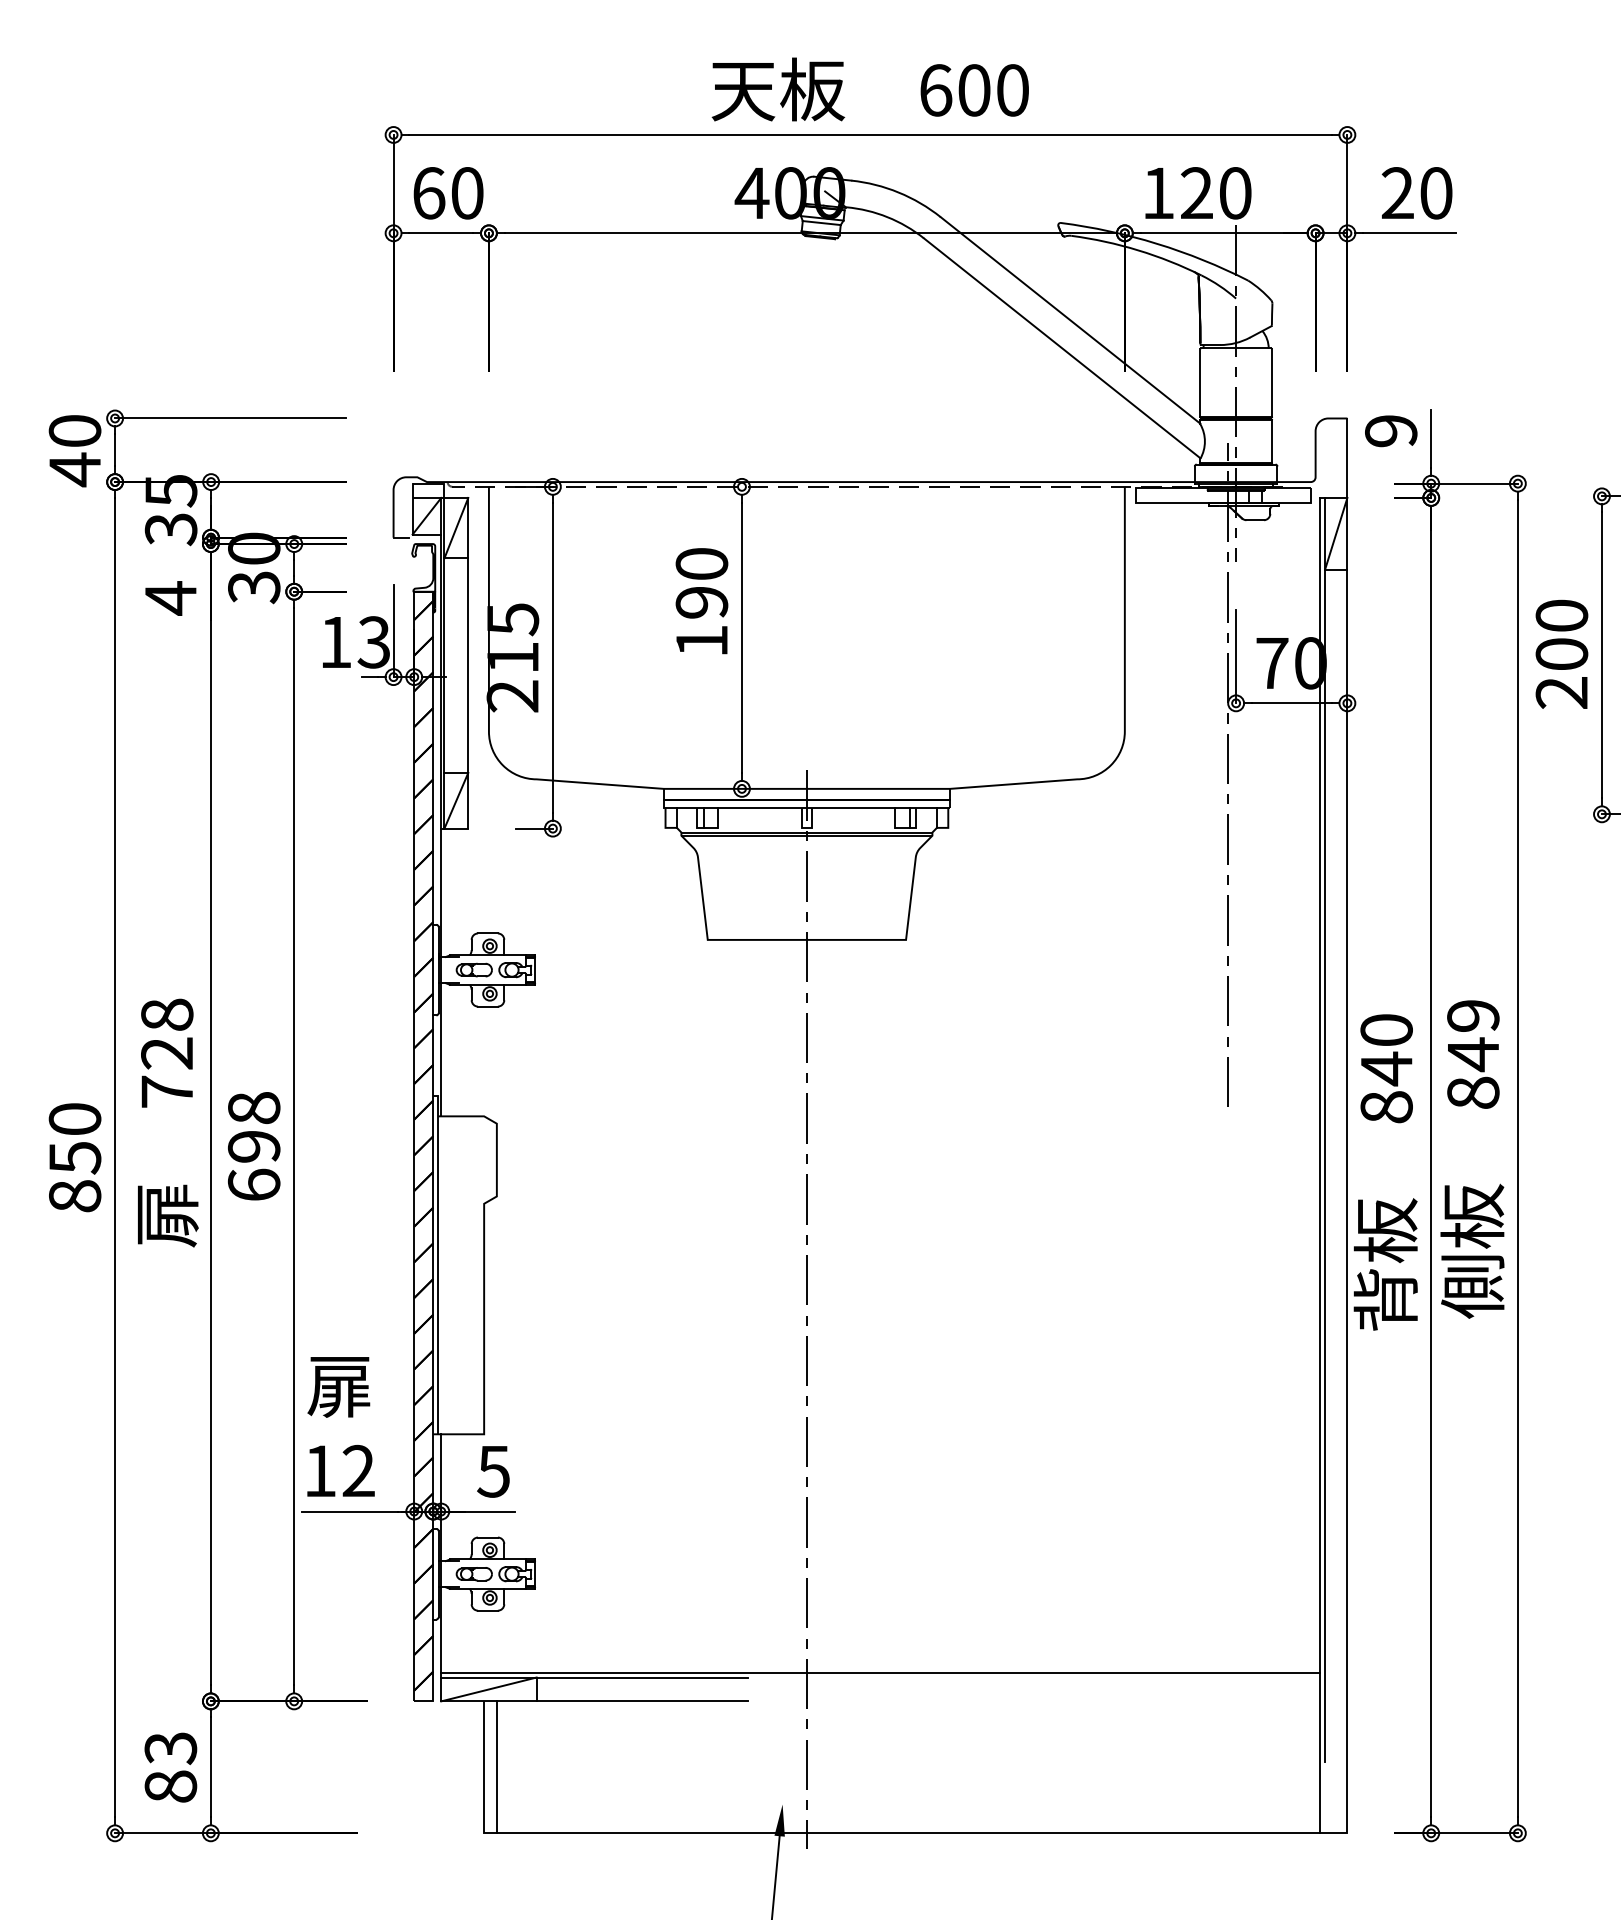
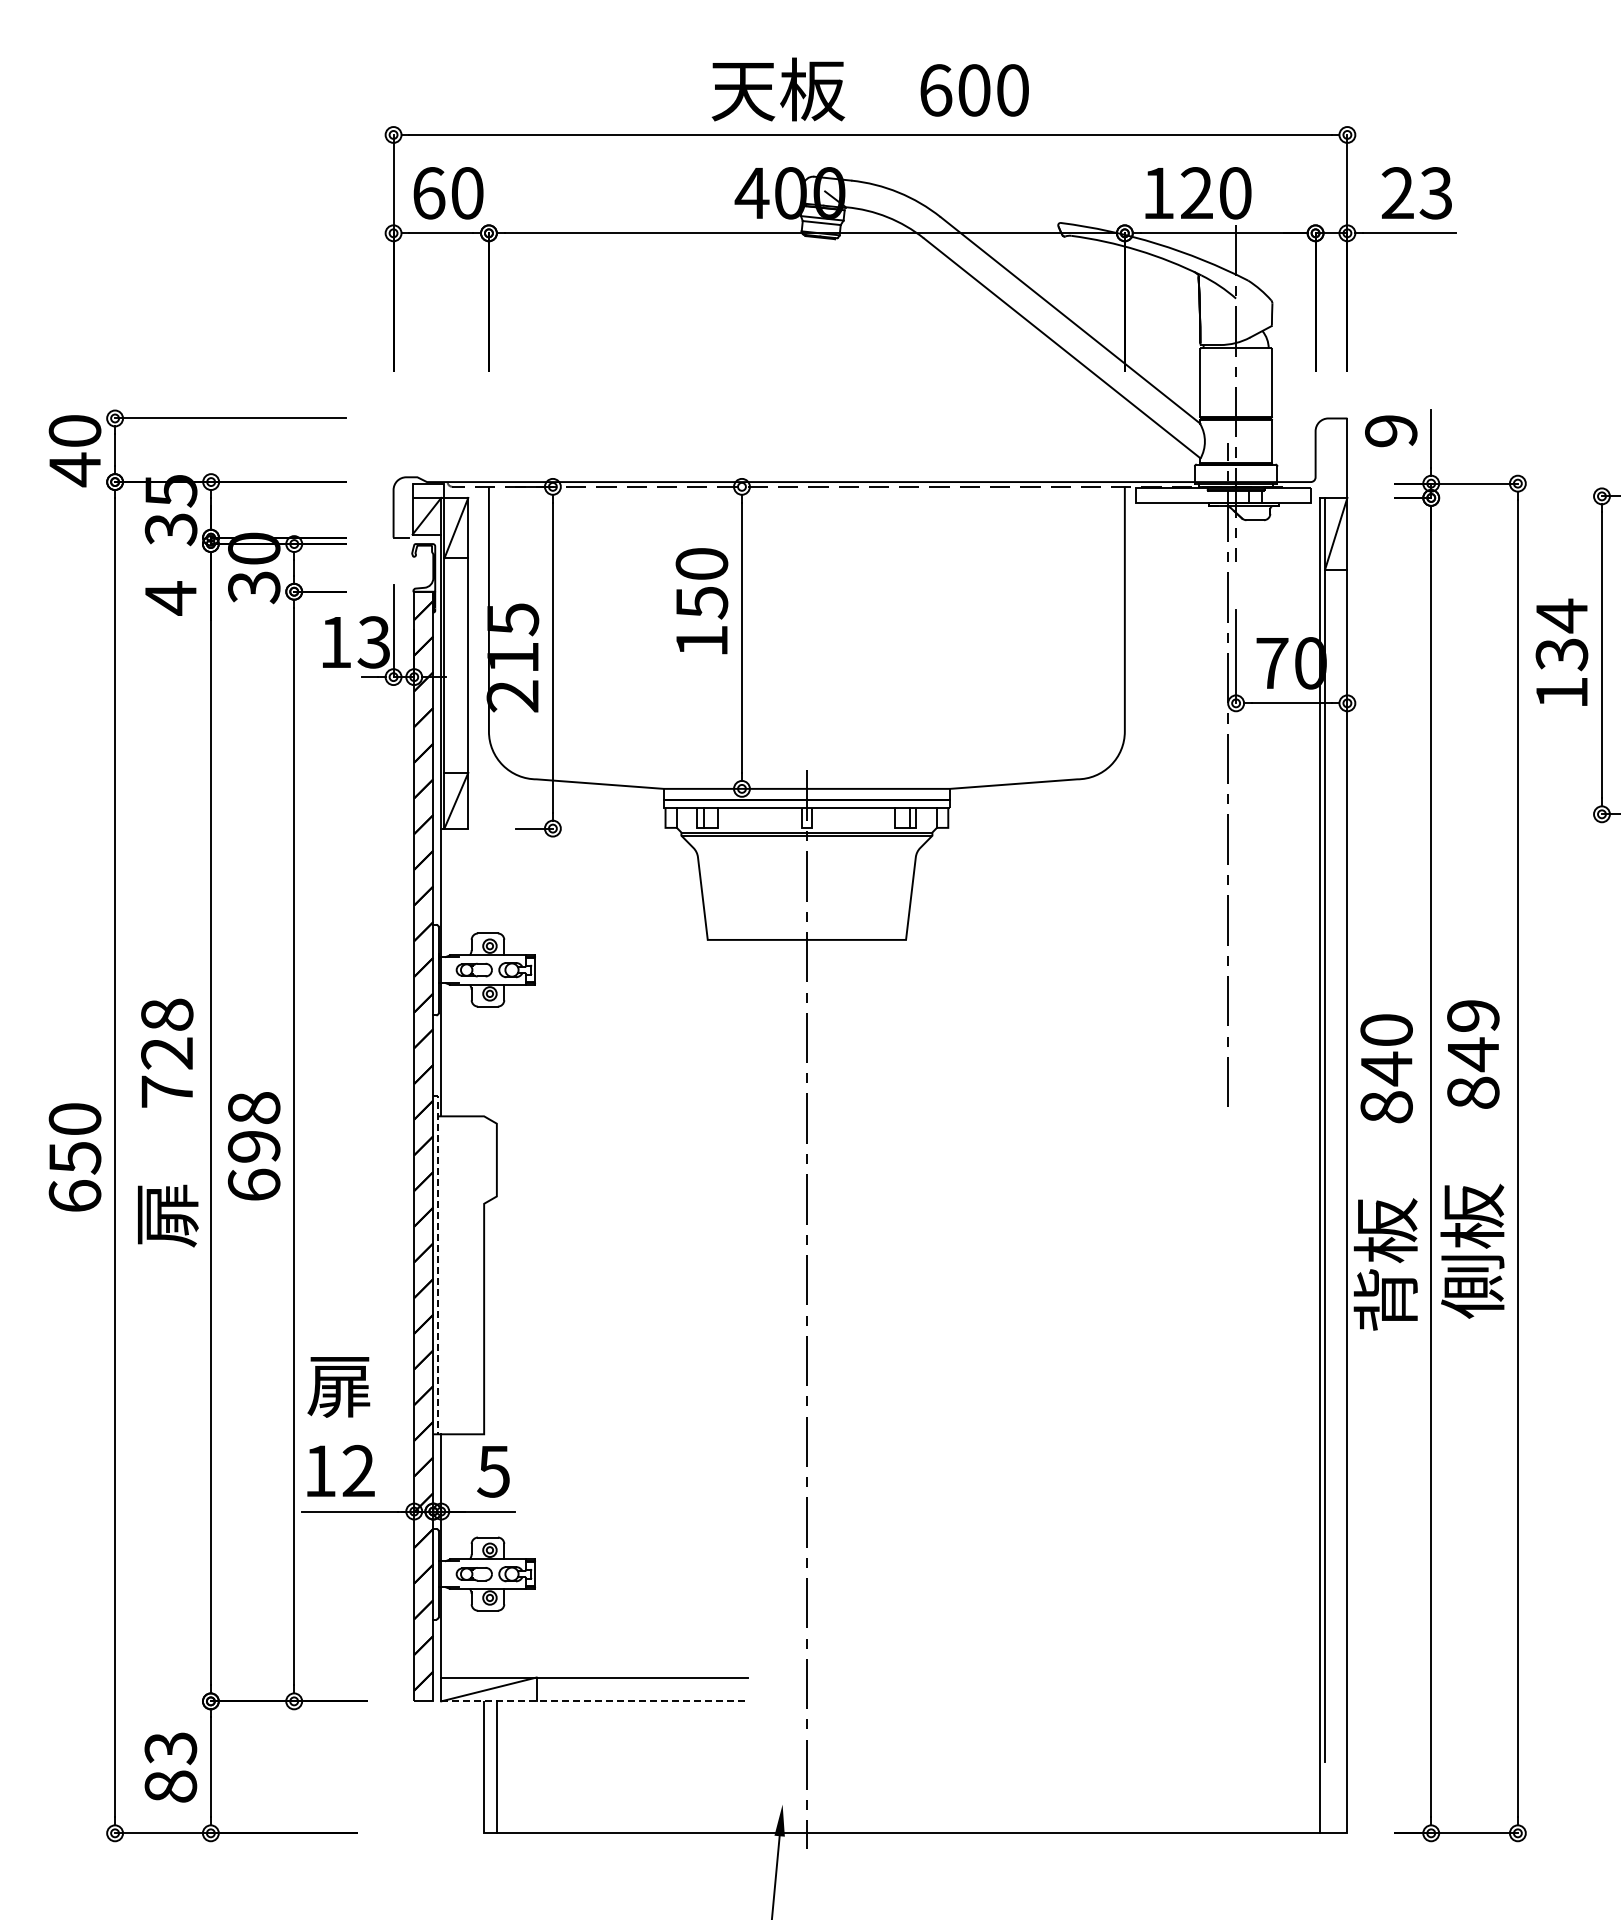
text at (1435, 193): 20 -> 23
text at (701, 603): 190 -> 150
text at (1561, 653): 200 -> 134
text at (74, 1196): 850 -> 650
line at (438, 1262): solid -> dashed
line at (880, 1672): present -> none
line at (595, 1701): solid -> dashed
